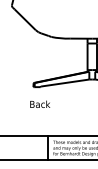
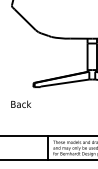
text at (40, 103) position: (40, 103) -> (21, 103)
